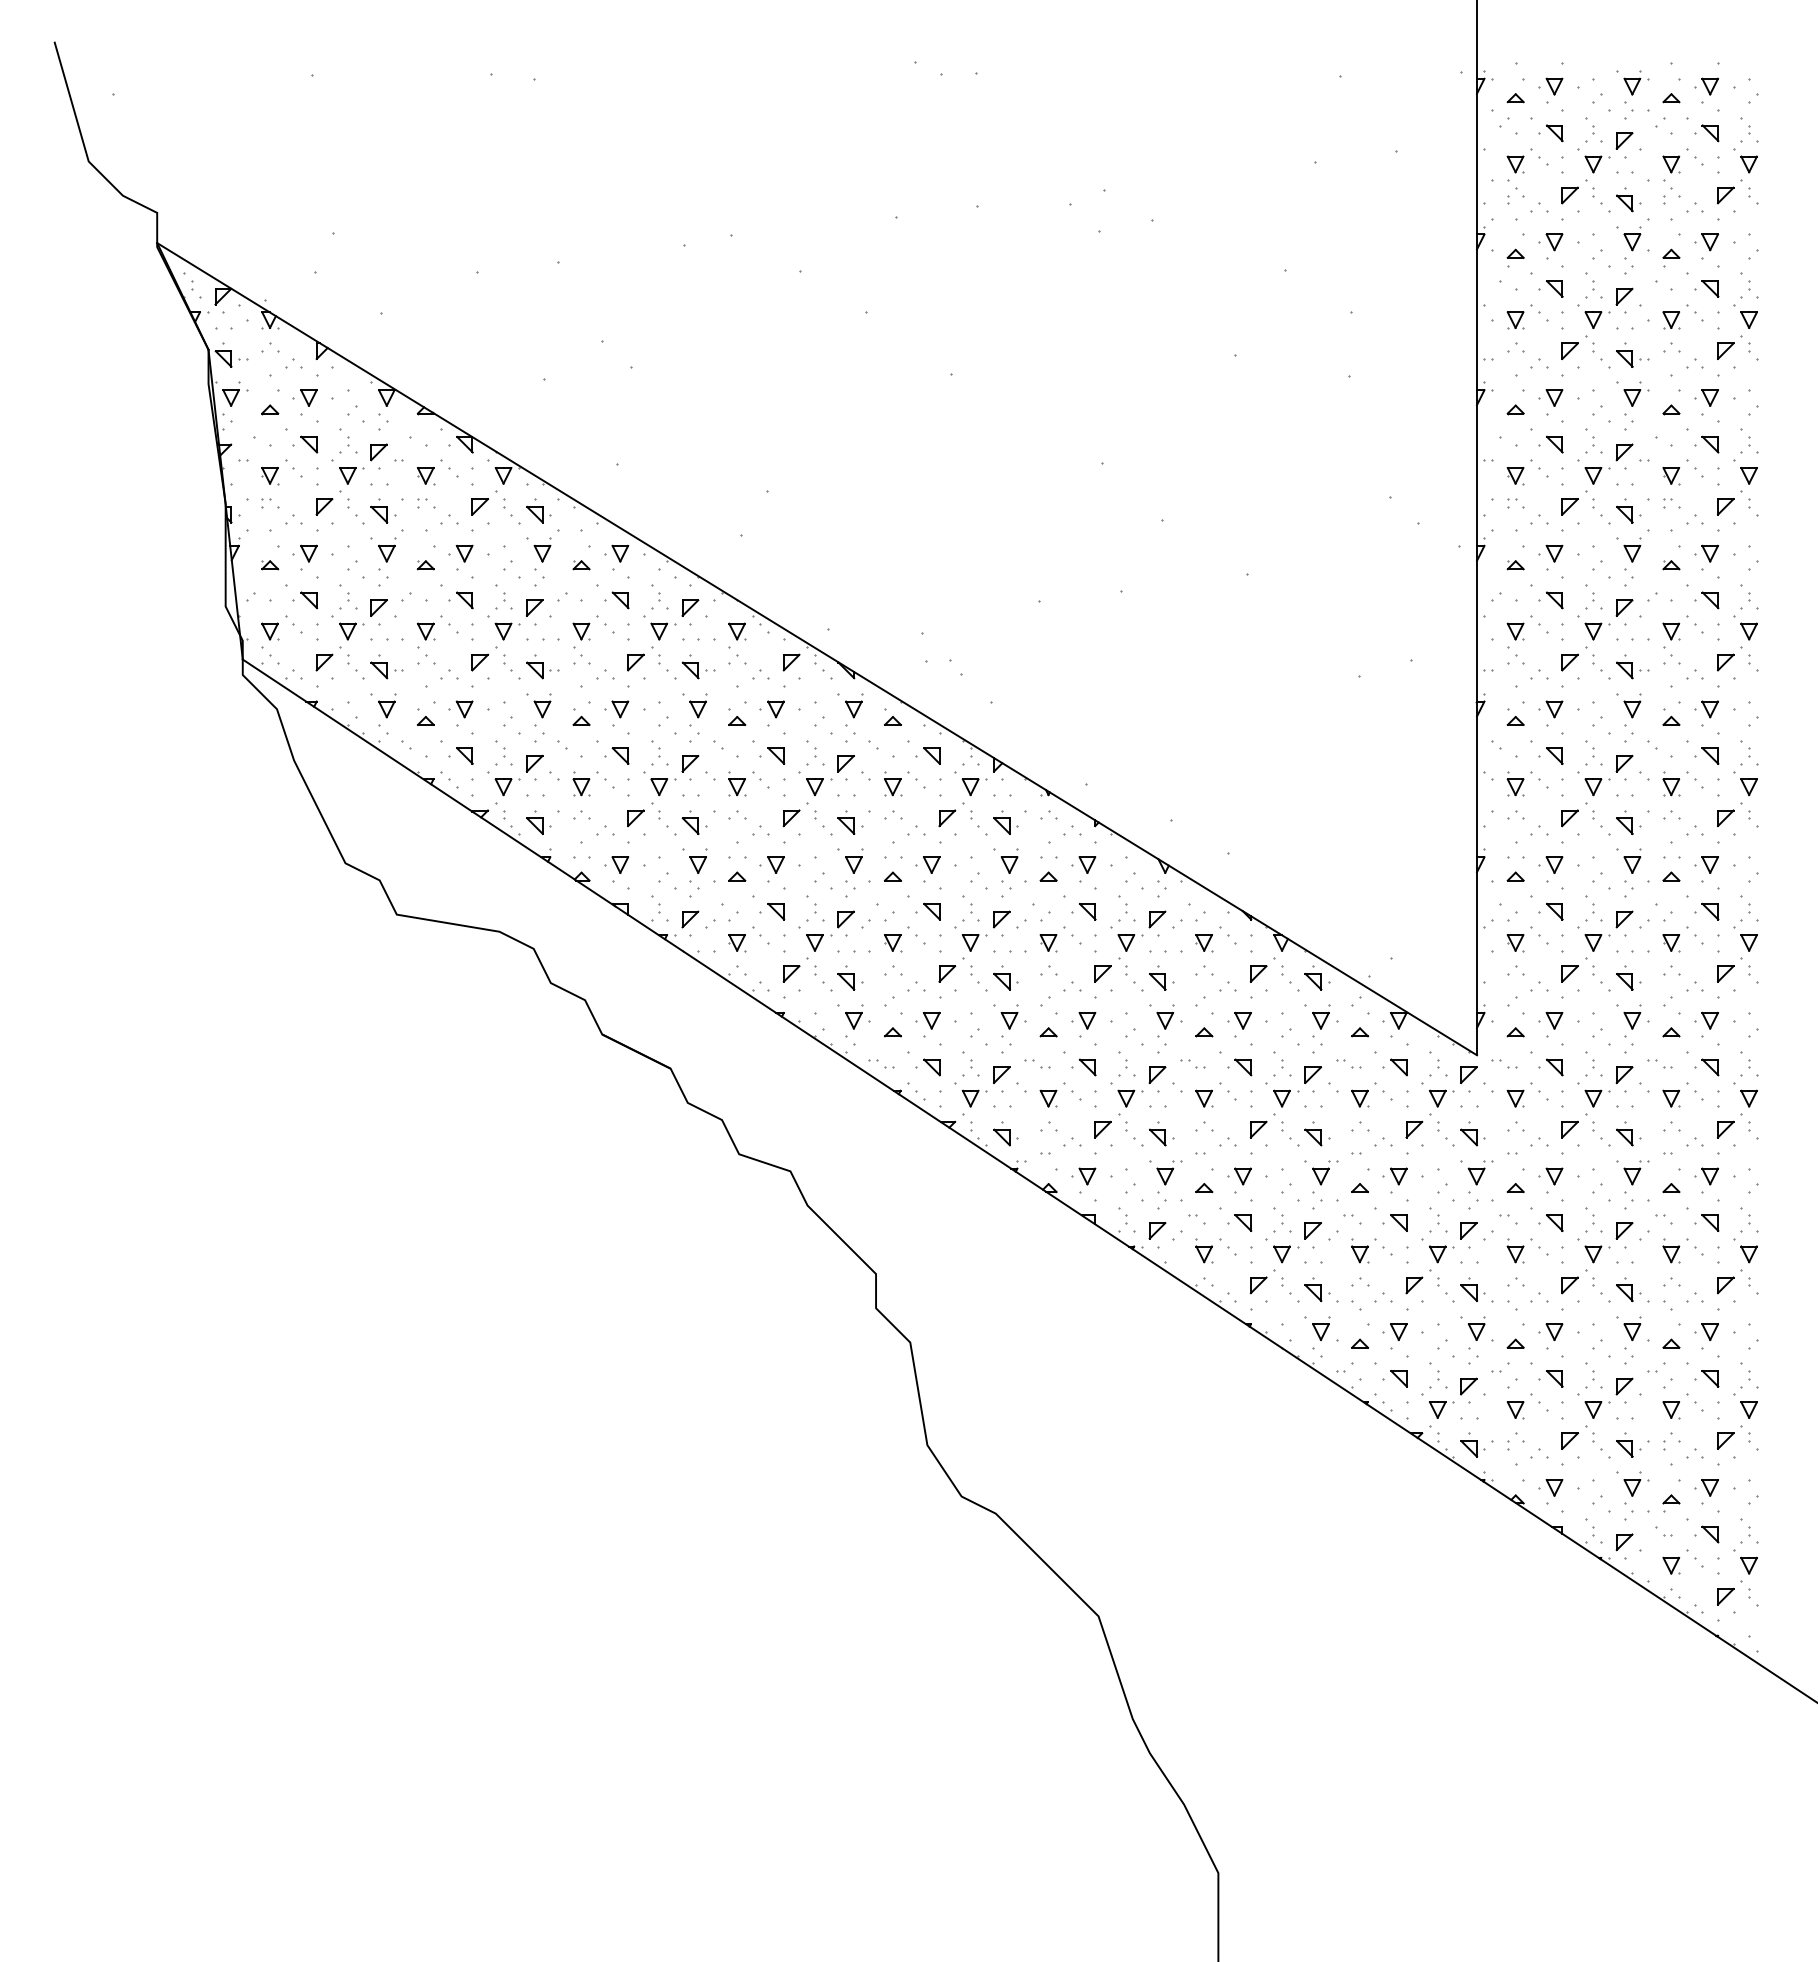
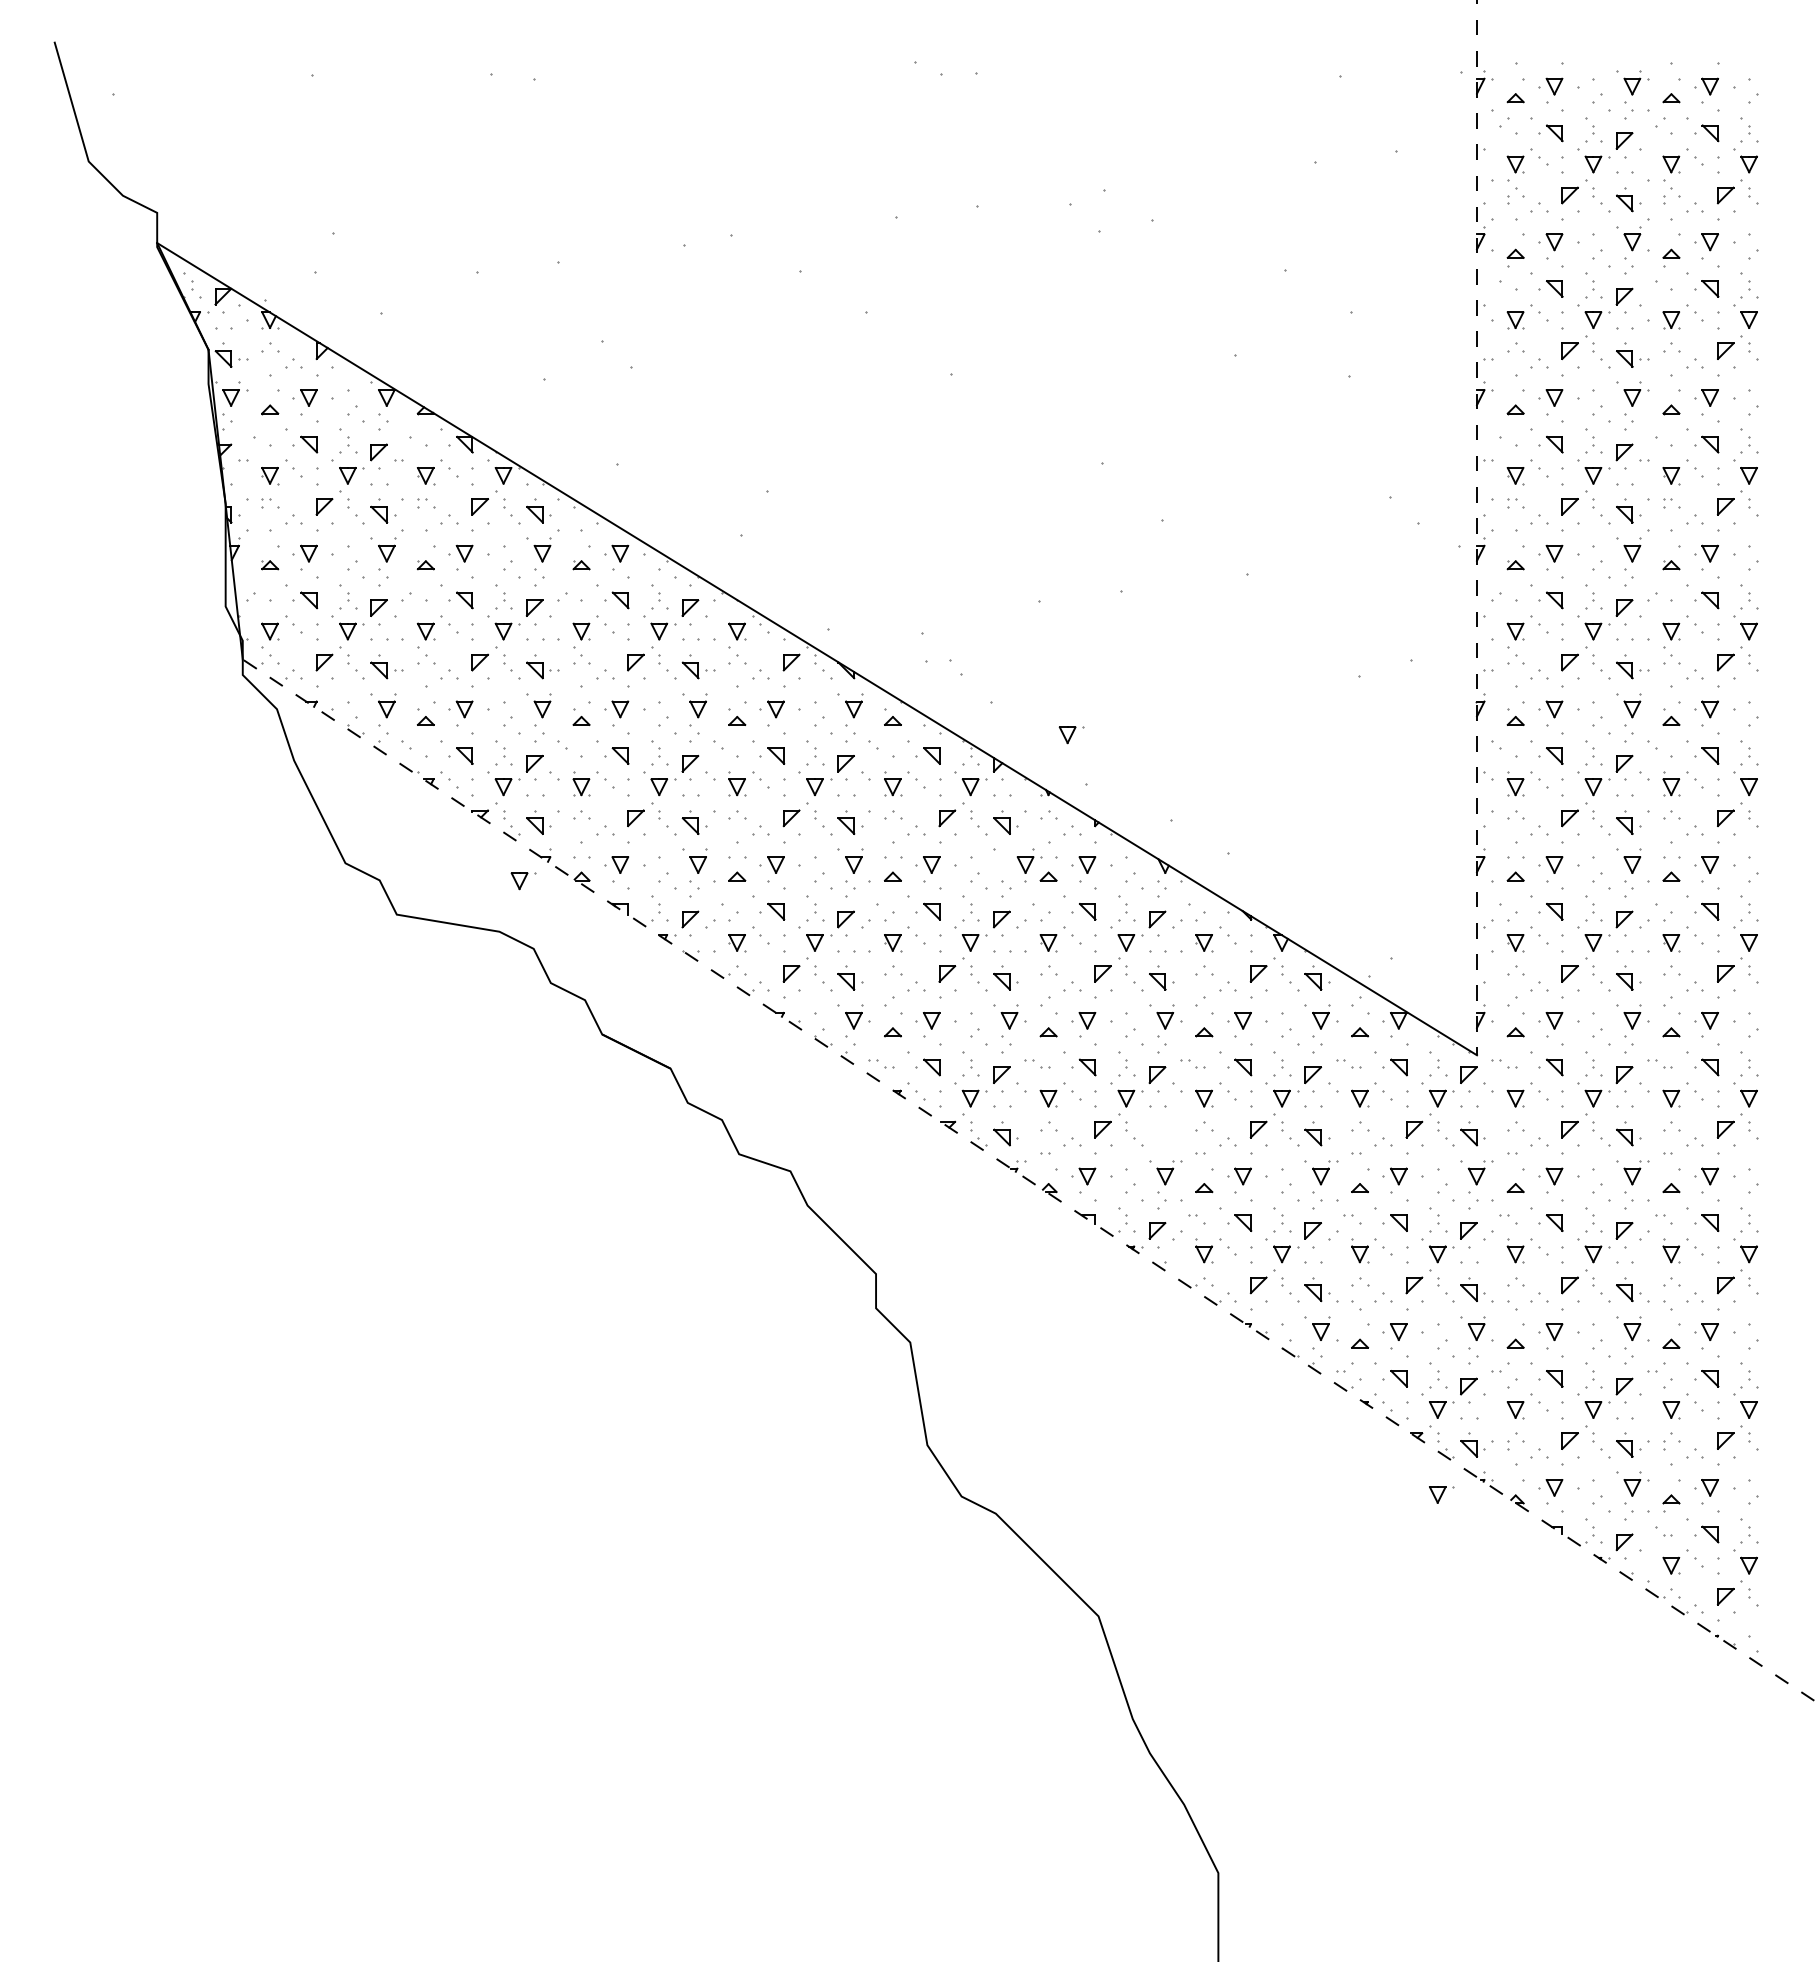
line at (1477, 528): solid -> dashed
part at (1071, 735): none -> present
part at (1009, 860) position: (1009, 860) -> (1025, 860)
part at (523, 881): none -> present
part at (1161, 1133): present -> none
line at (1029, 1180): solid -> dashed
part at (1441, 1494): none -> present
